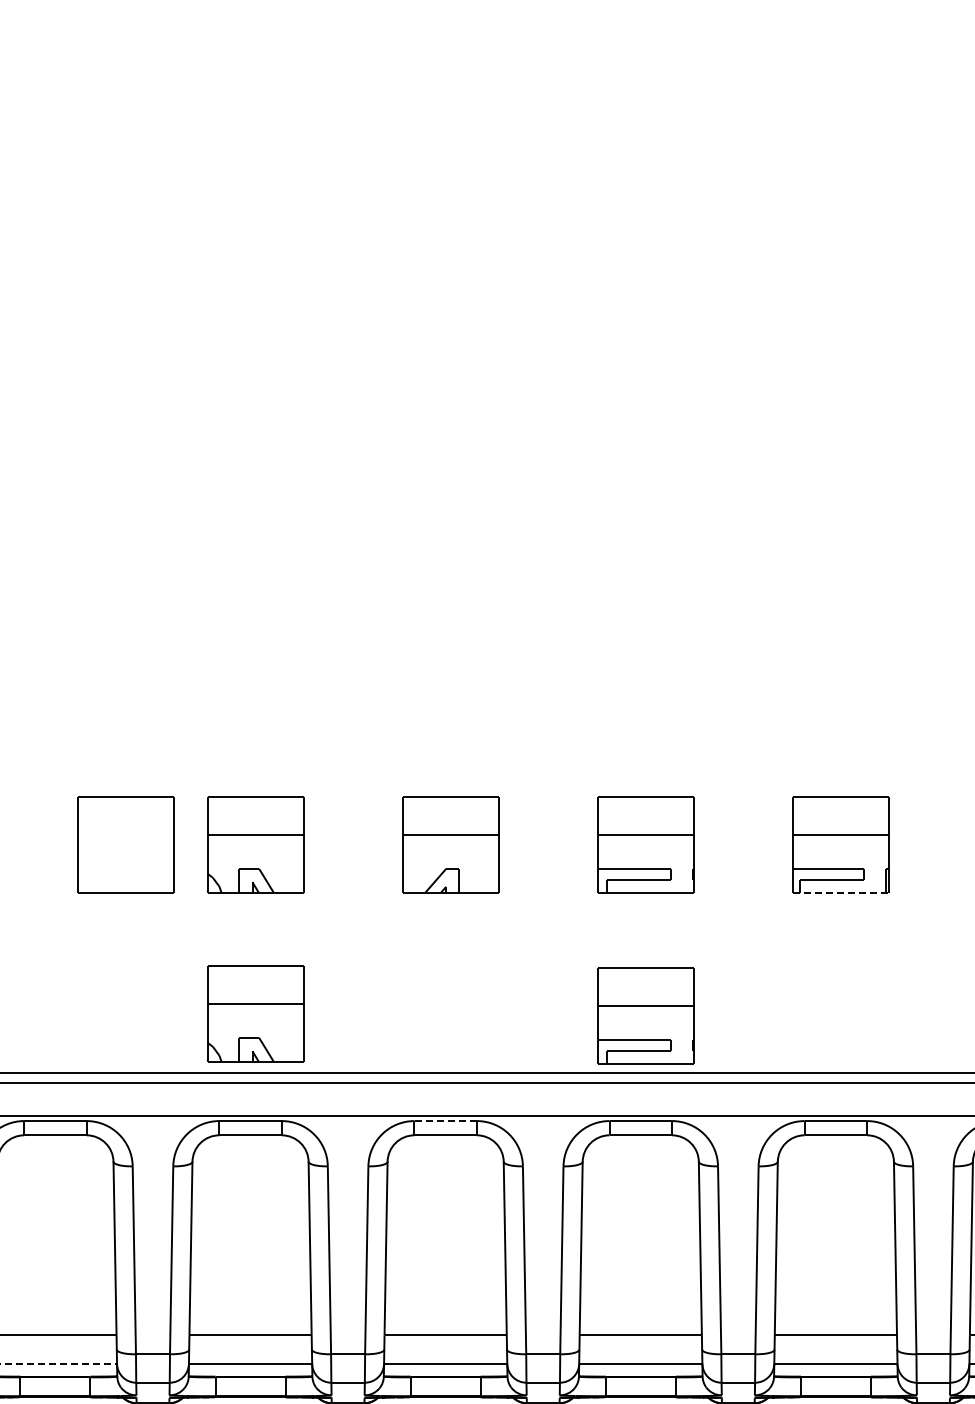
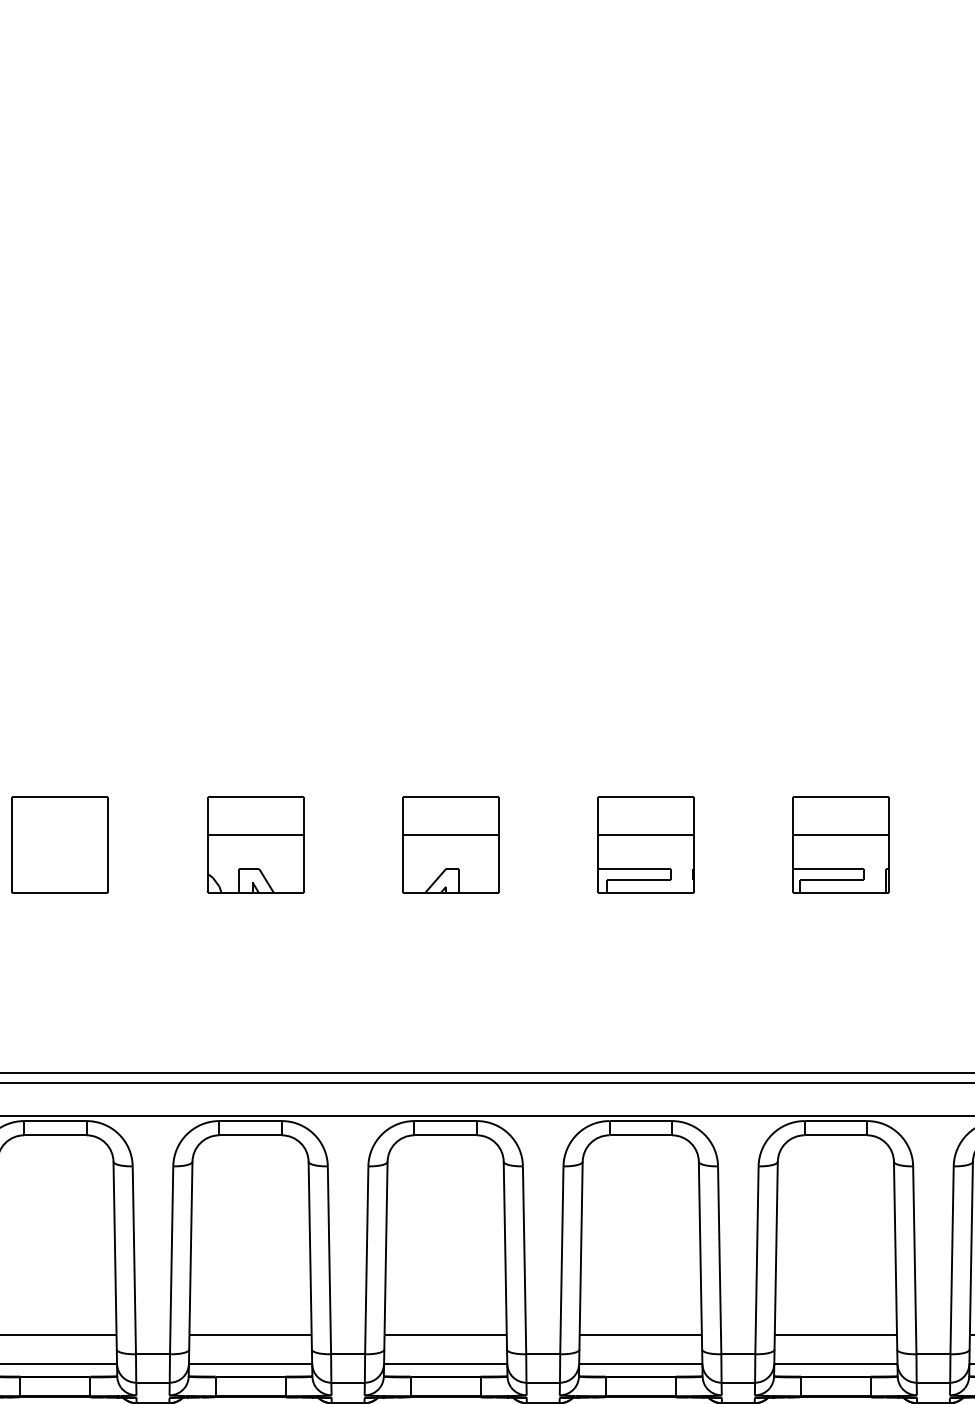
part at (125, 844) position: (125, 844) -> (59, 844)
line at (841, 892): dashed -> solid
part at (255, 1013): present -> none
part at (645, 1015): present -> none
line at (445, 1121): dashed -> solid
line at (59, 1363): dashed -> solid
